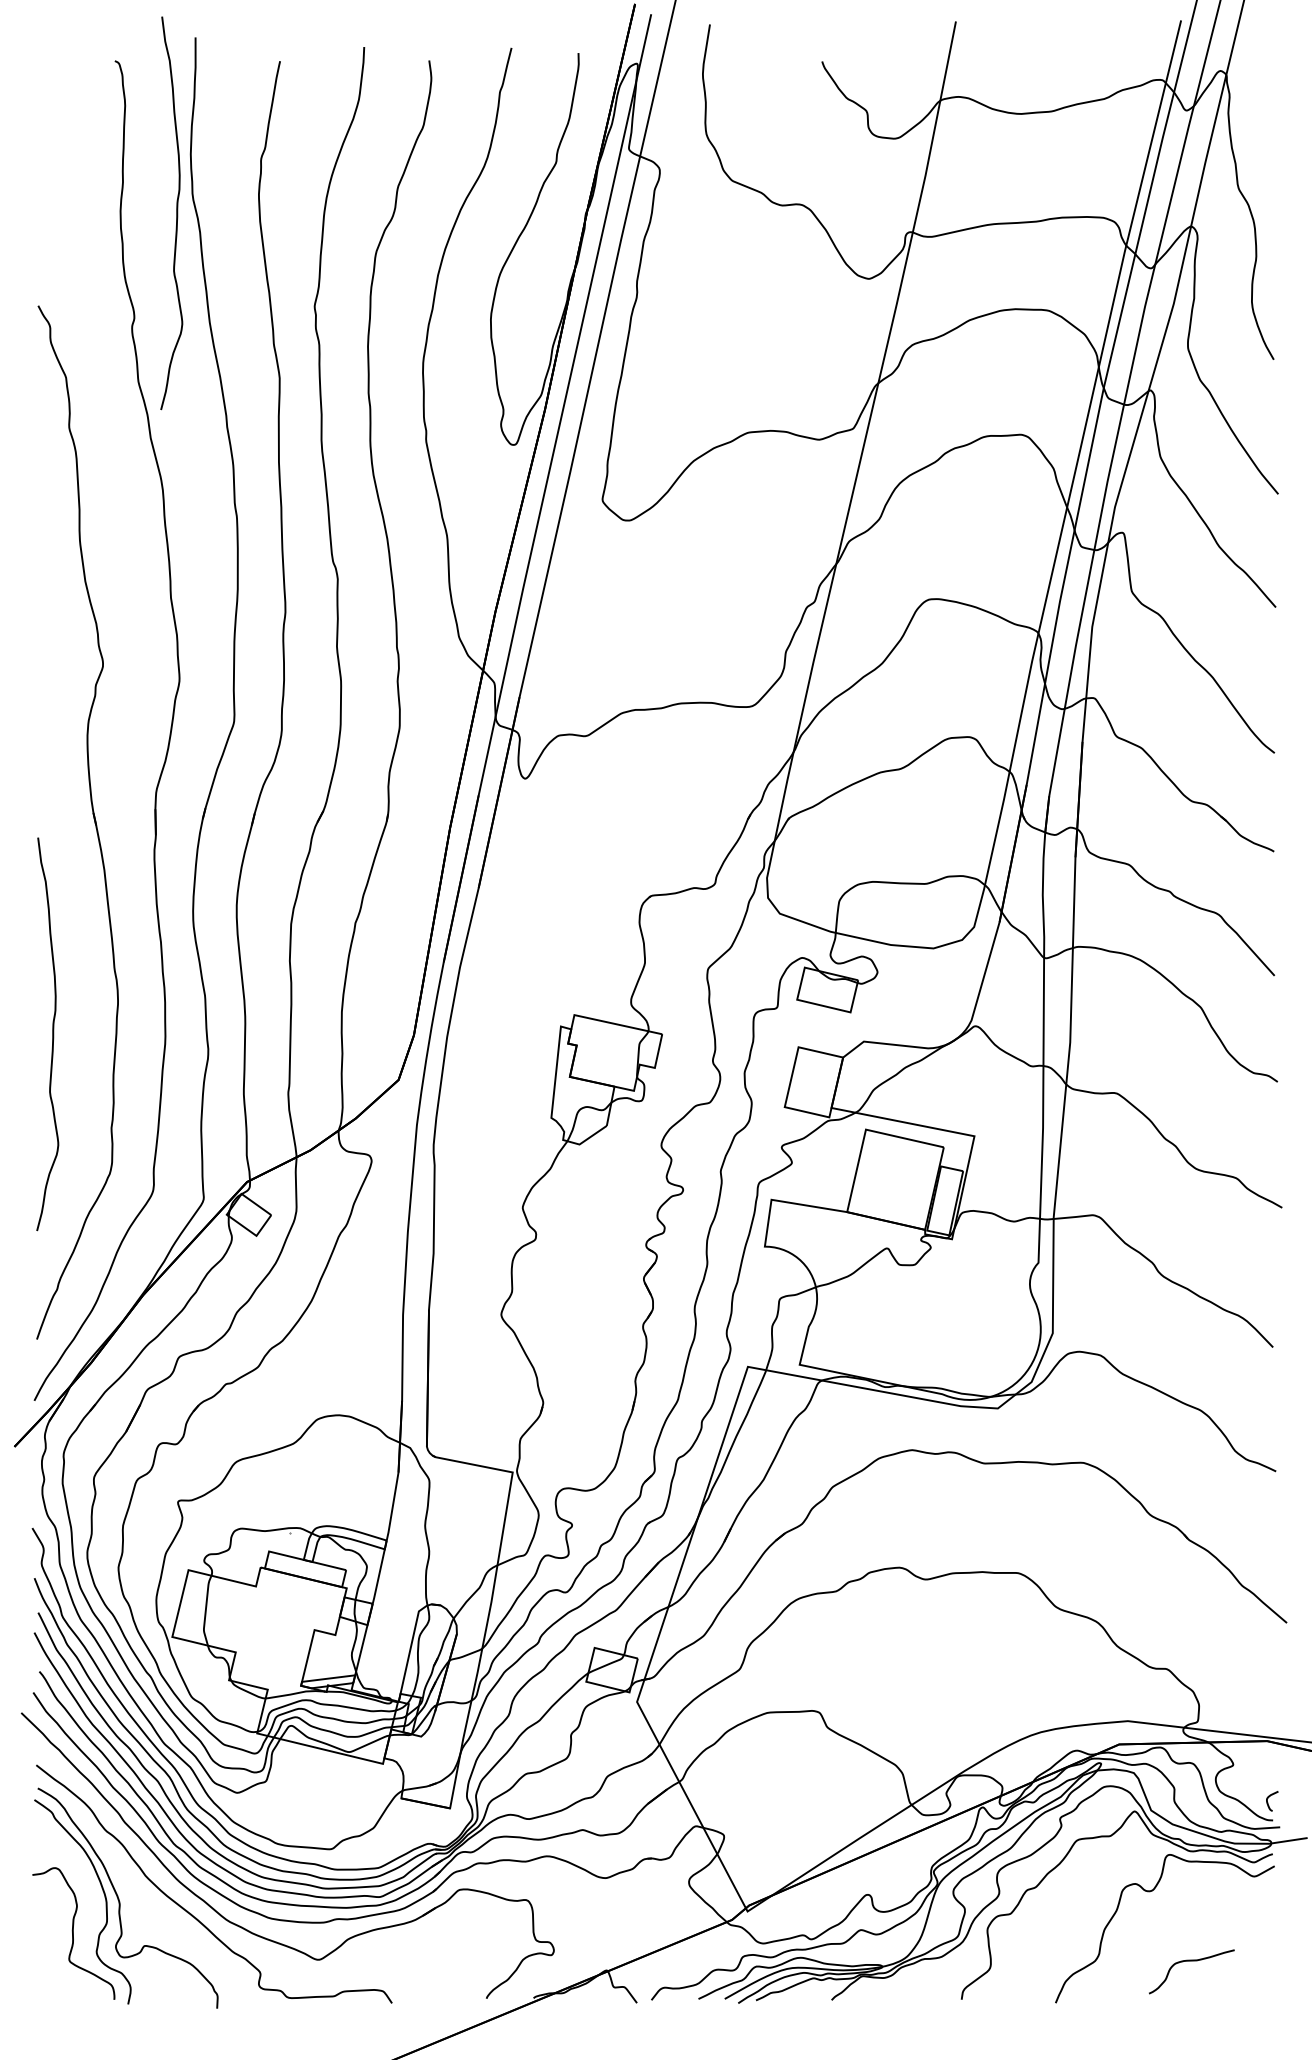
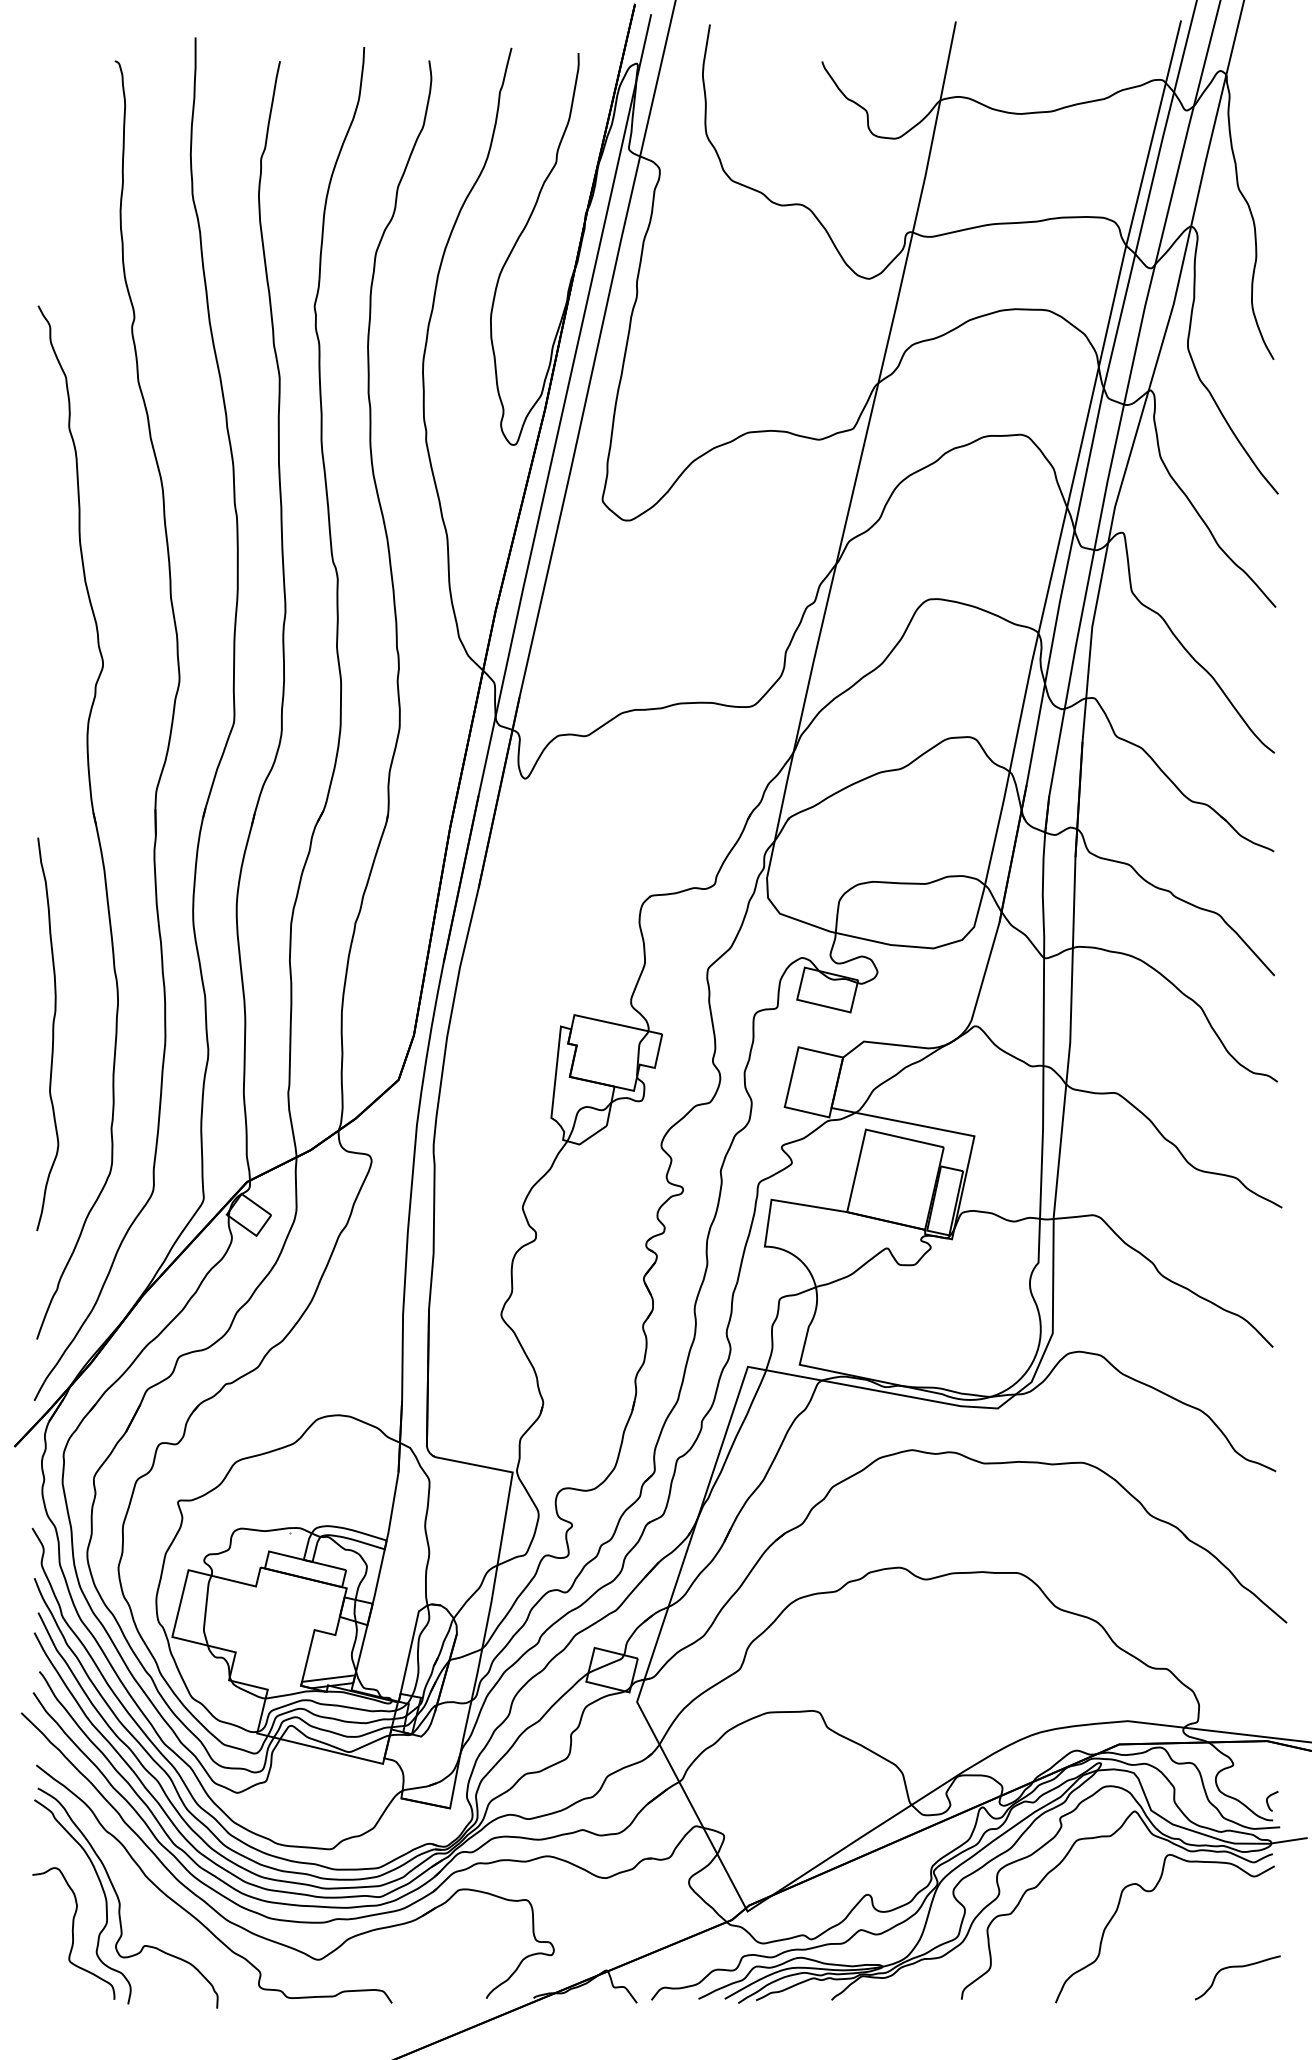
curve at (176, 213): present -> none
curve at (1191, 1961) position: (1191, 1961) -> (1237, 1967)
